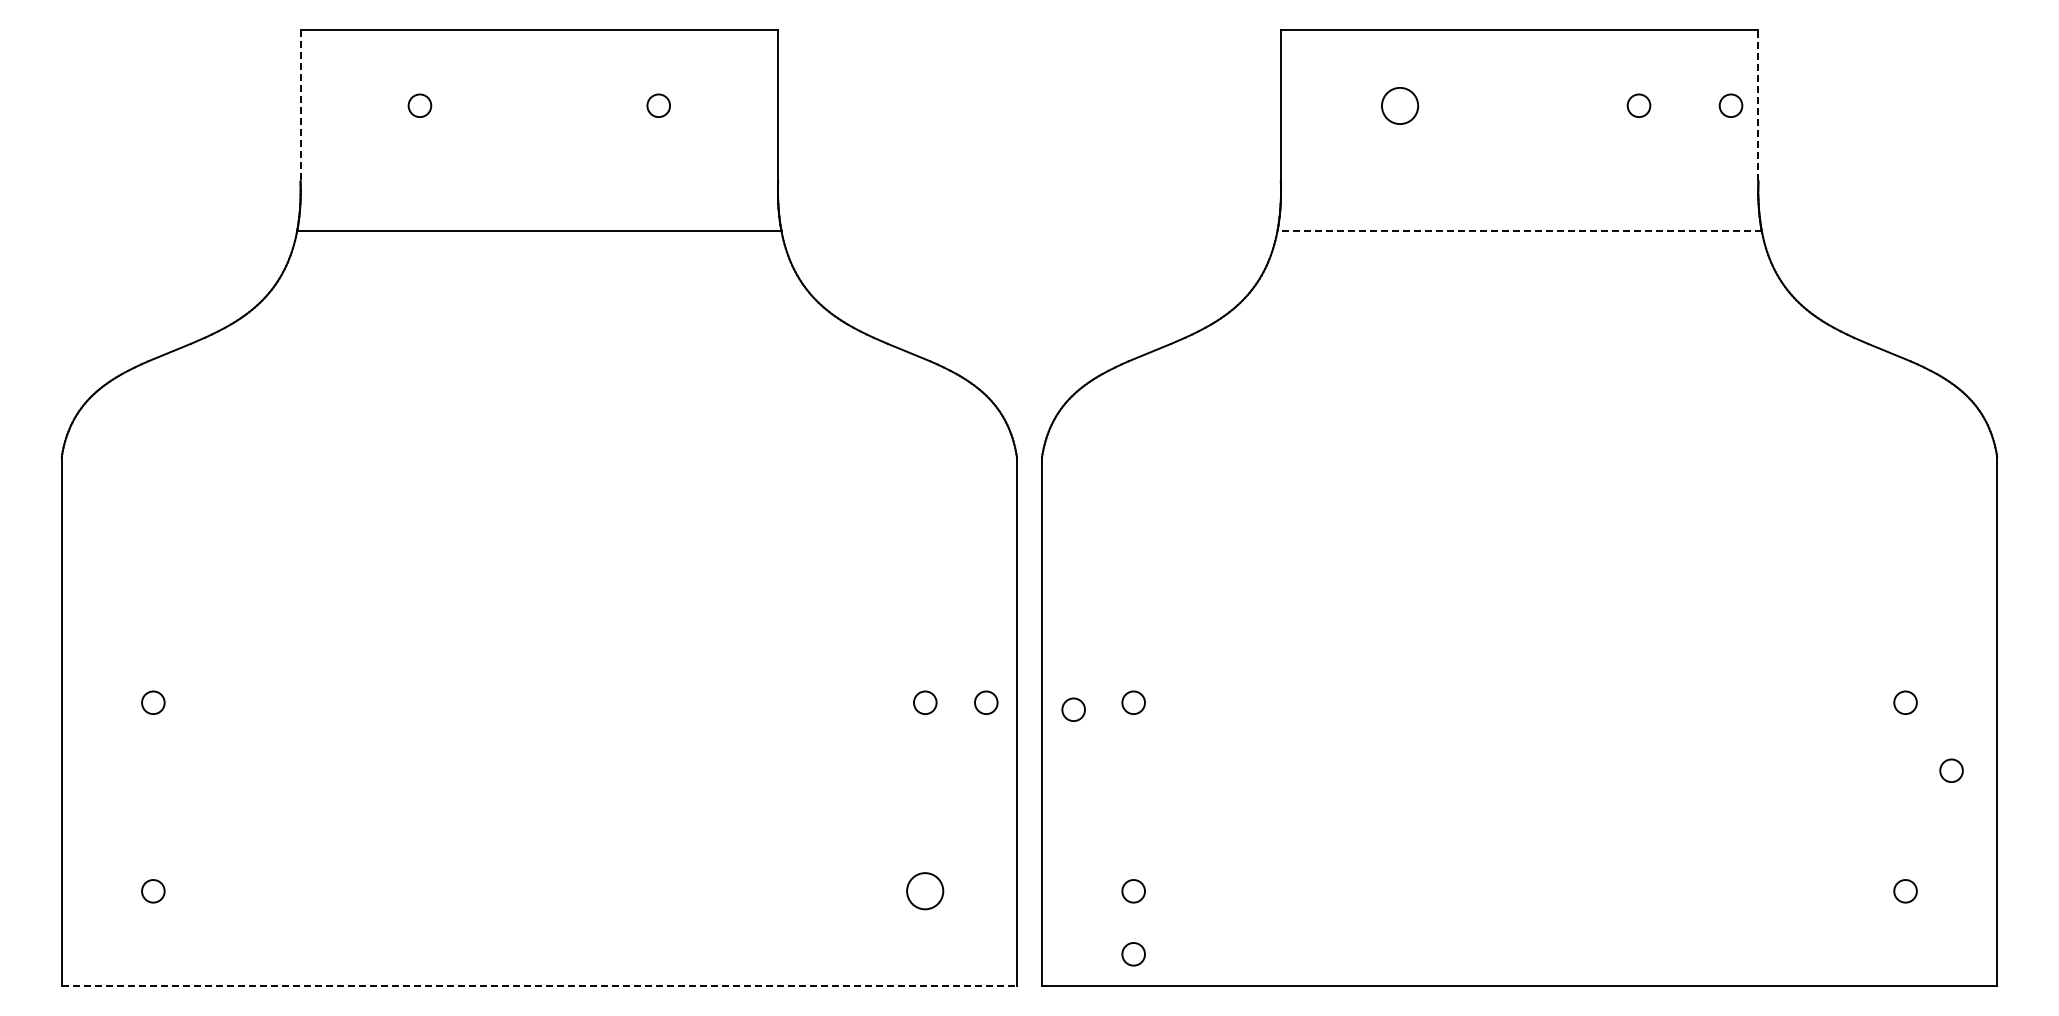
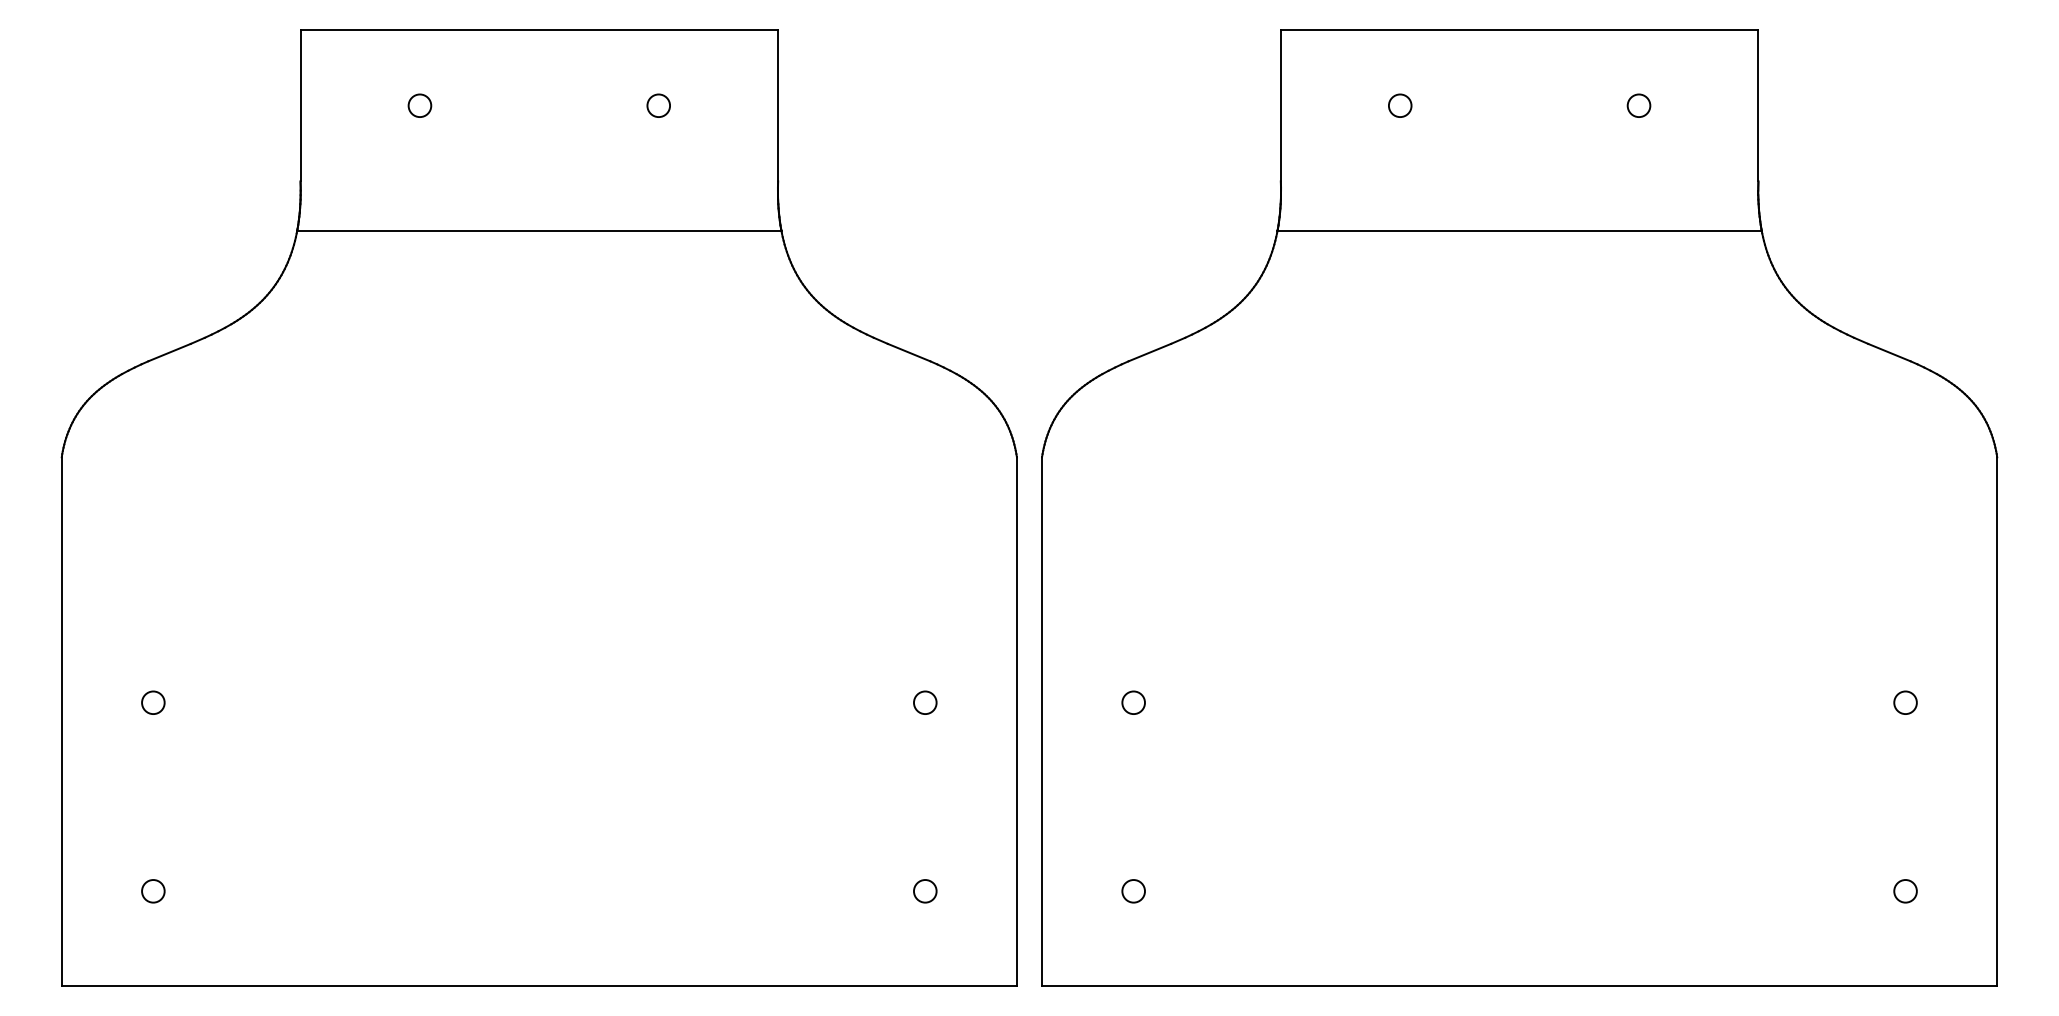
circle at (1400, 105) size: 39x38 px -> 25x25 px
circle at (1730, 105): present -> none
line at (1758, 105): dashed -> solid
line at (300, 106): dashed -> solid
line at (1519, 231): dashed -> solid
circle at (986, 702): present -> none
circle at (1073, 709): present -> none
circle at (1951, 770): present -> none
circle at (925, 891) size: 39x39 px -> 25x25 px
circle at (1133, 954): present -> none
line at (539, 985): dashed -> solid
